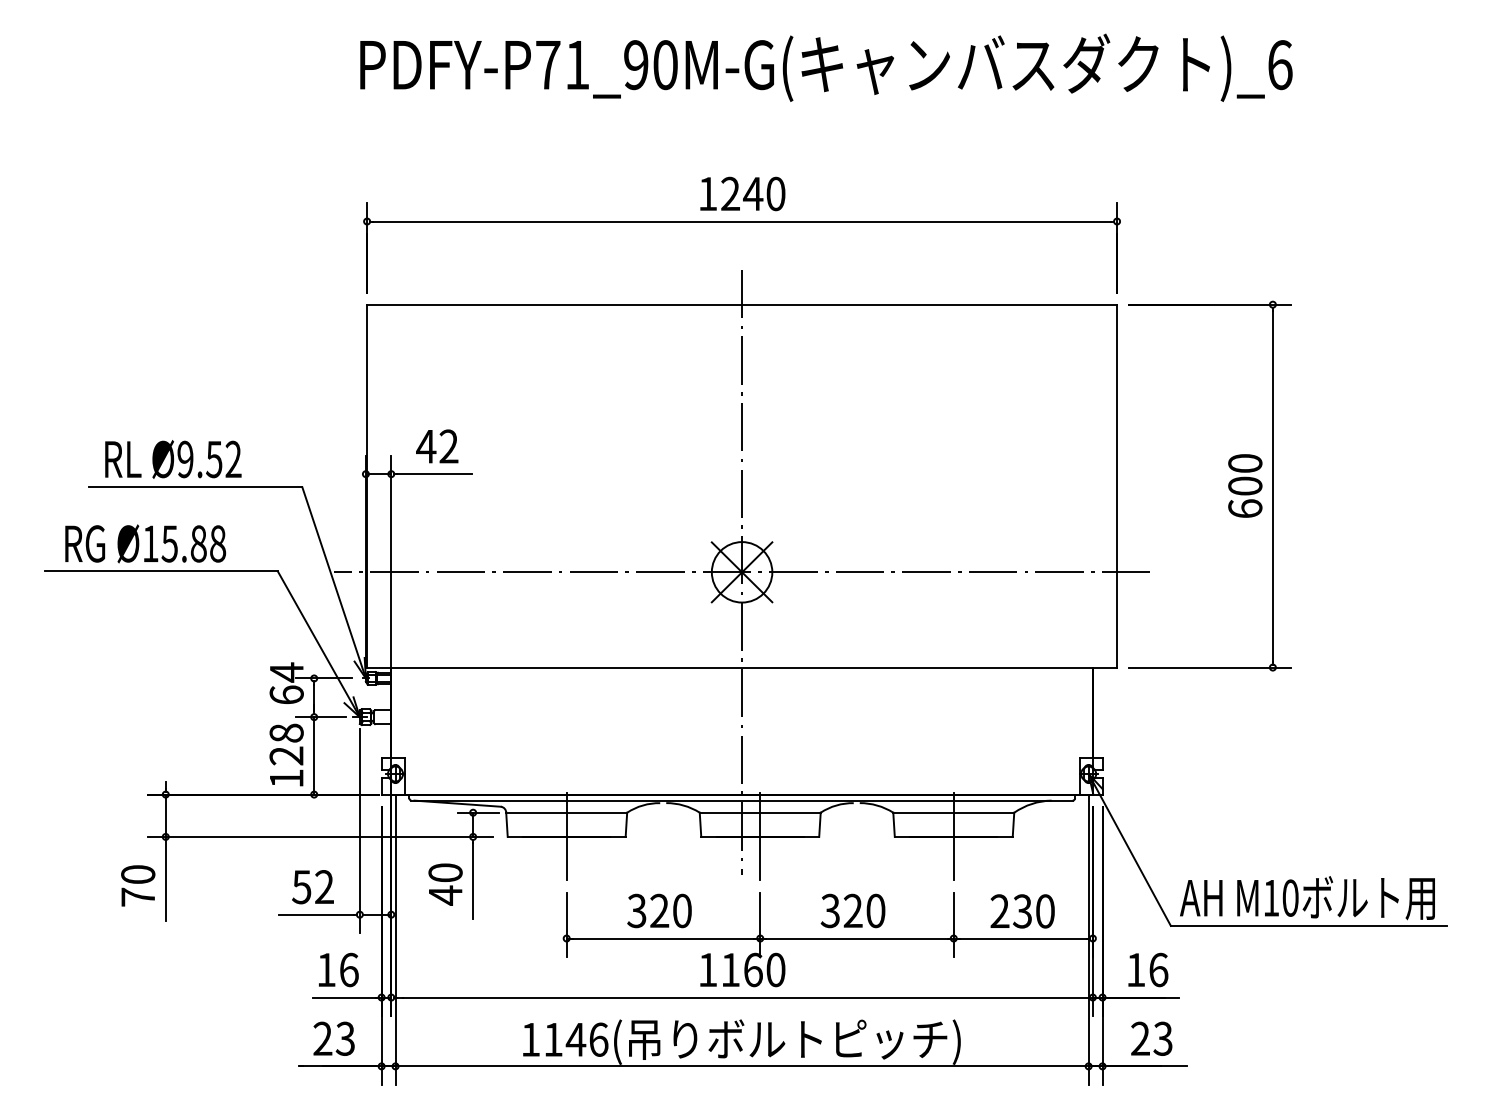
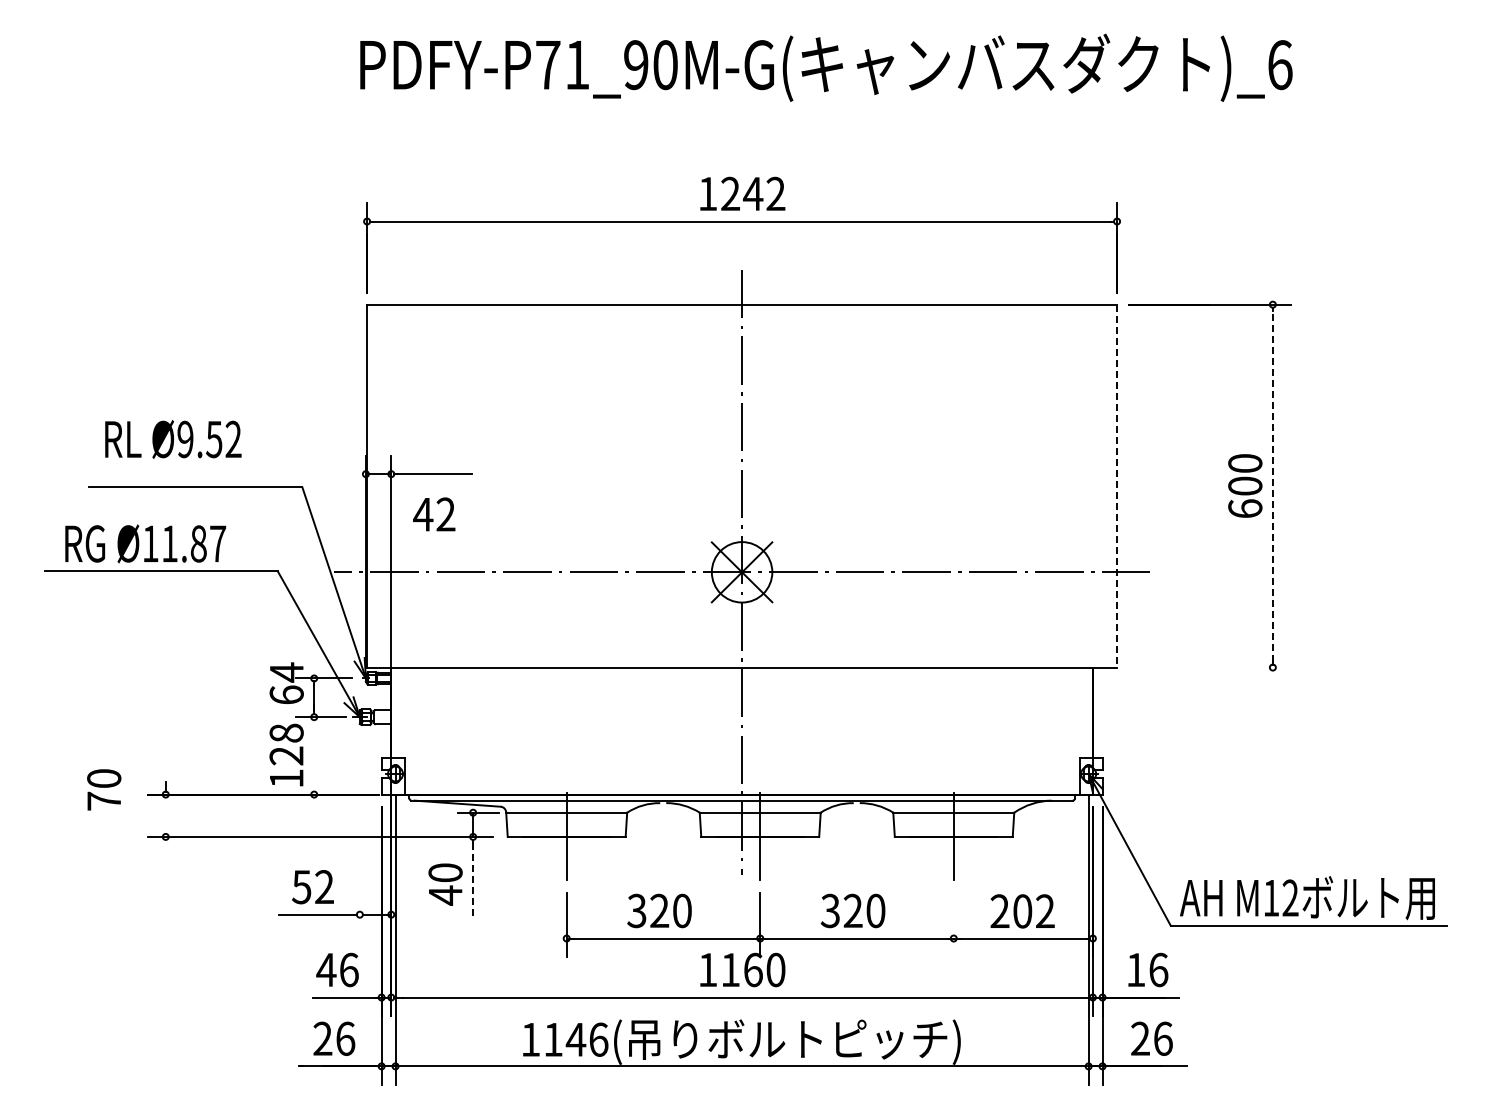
text at (775, 193): 1240 -> 1242
text at (437, 446) position: (437, 446) -> (434, 514)
text at (173, 459) position: (173, 459) -> (173, 439)
line at (1272, 485): solid -> dashed
line at (1117, 486): solid -> dashed
text at (193, 543): Ø15.88 -> Ø11.87
line at (1210, 667): present -> none
line at (314, 755): present -> none
line at (359, 830): present -> none
line at (165, 857): present -> none
line at (473, 881): solid -> dashed
text at (138, 885) position: (138, 885) -> (104, 789)
text at (1290, 897): M10 -> M12
text at (1033, 911): 230 -> 202
line at (953, 924): present -> none
text at (326, 969): 16 -> 46
text at (345, 1038): 23 -> 26
text at (1162, 1038): 23 -> 26
